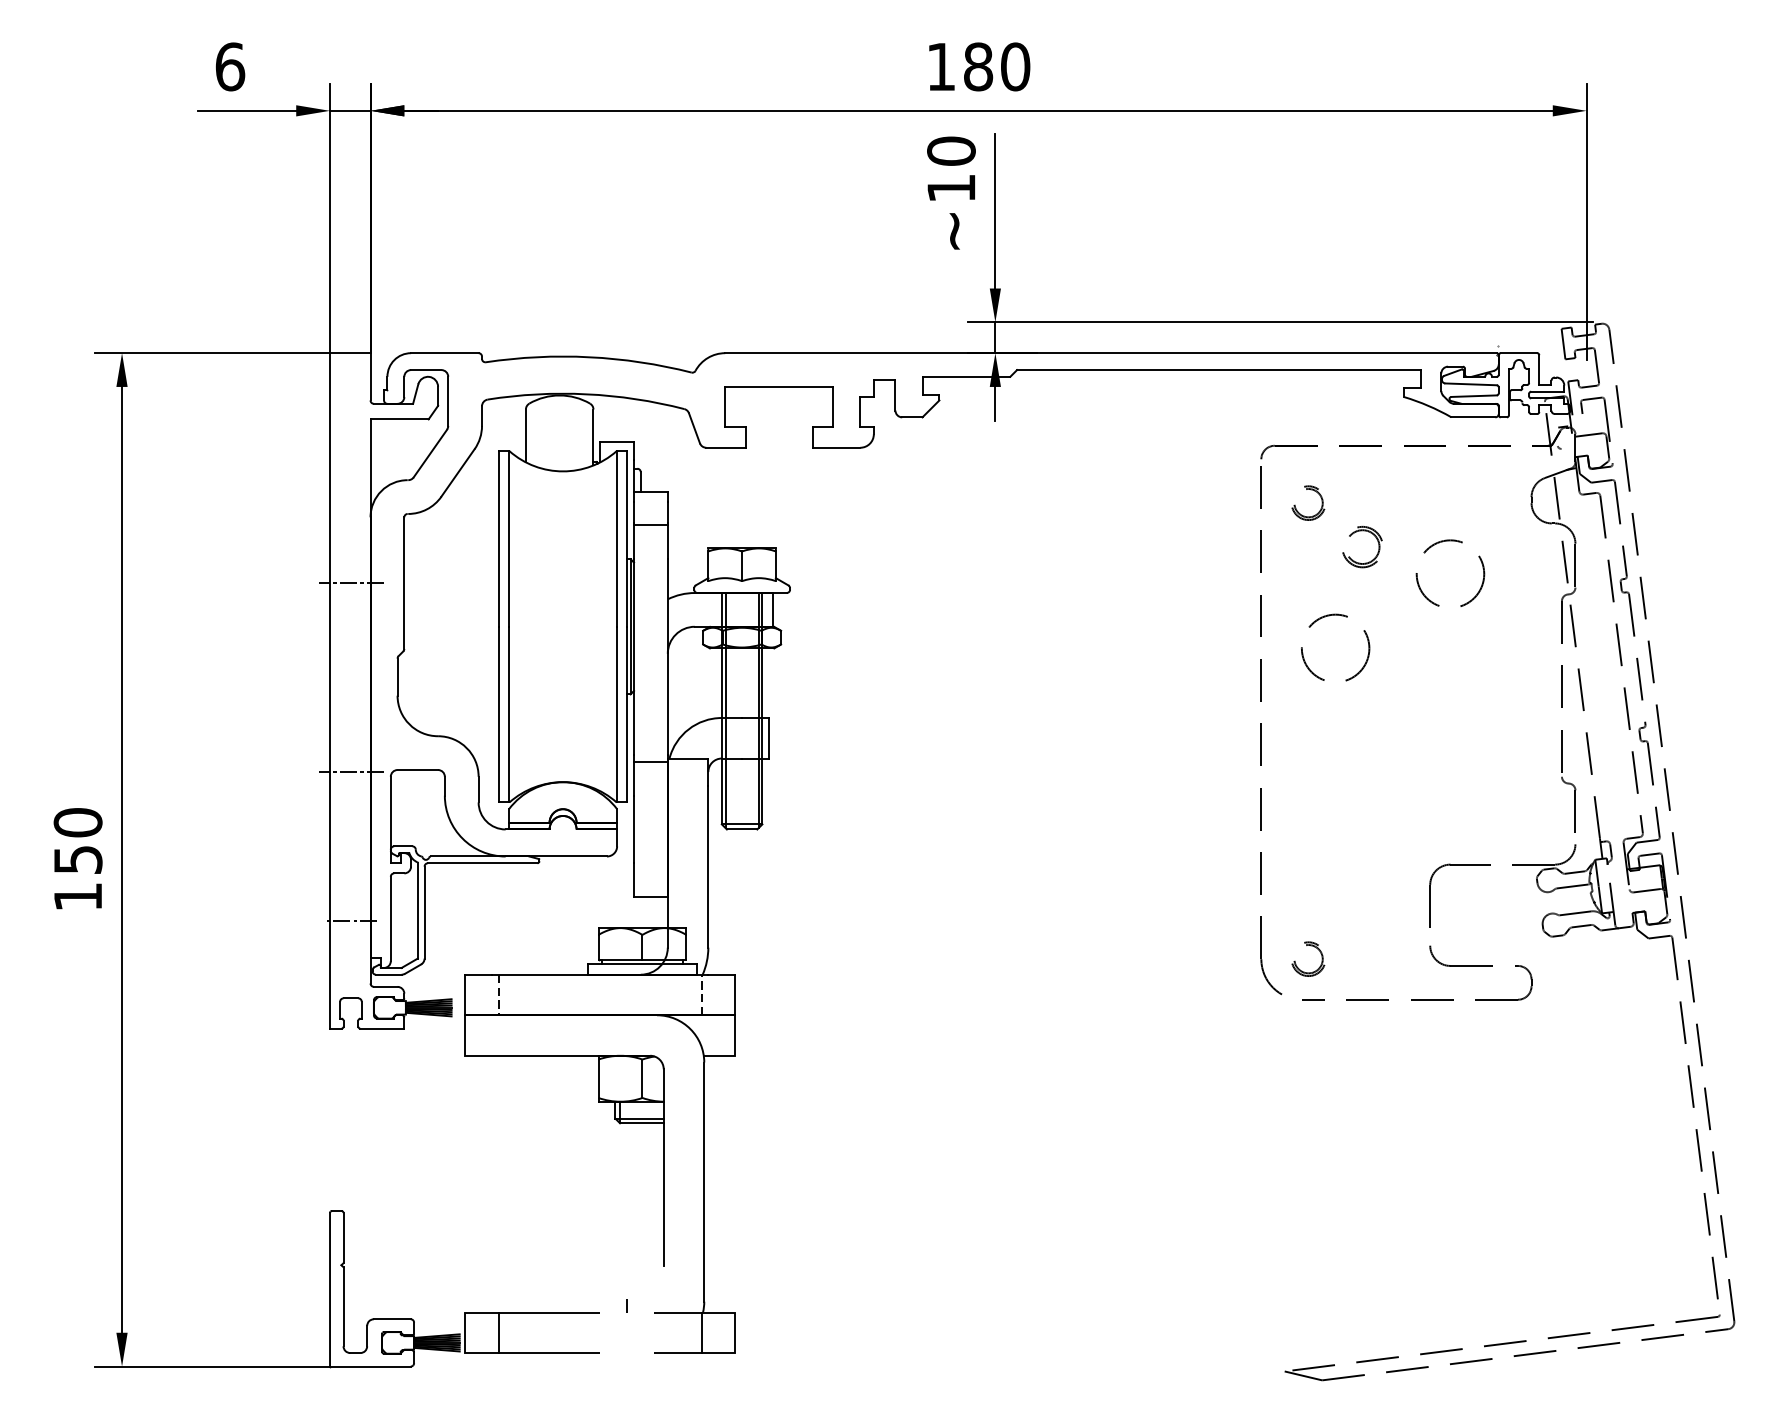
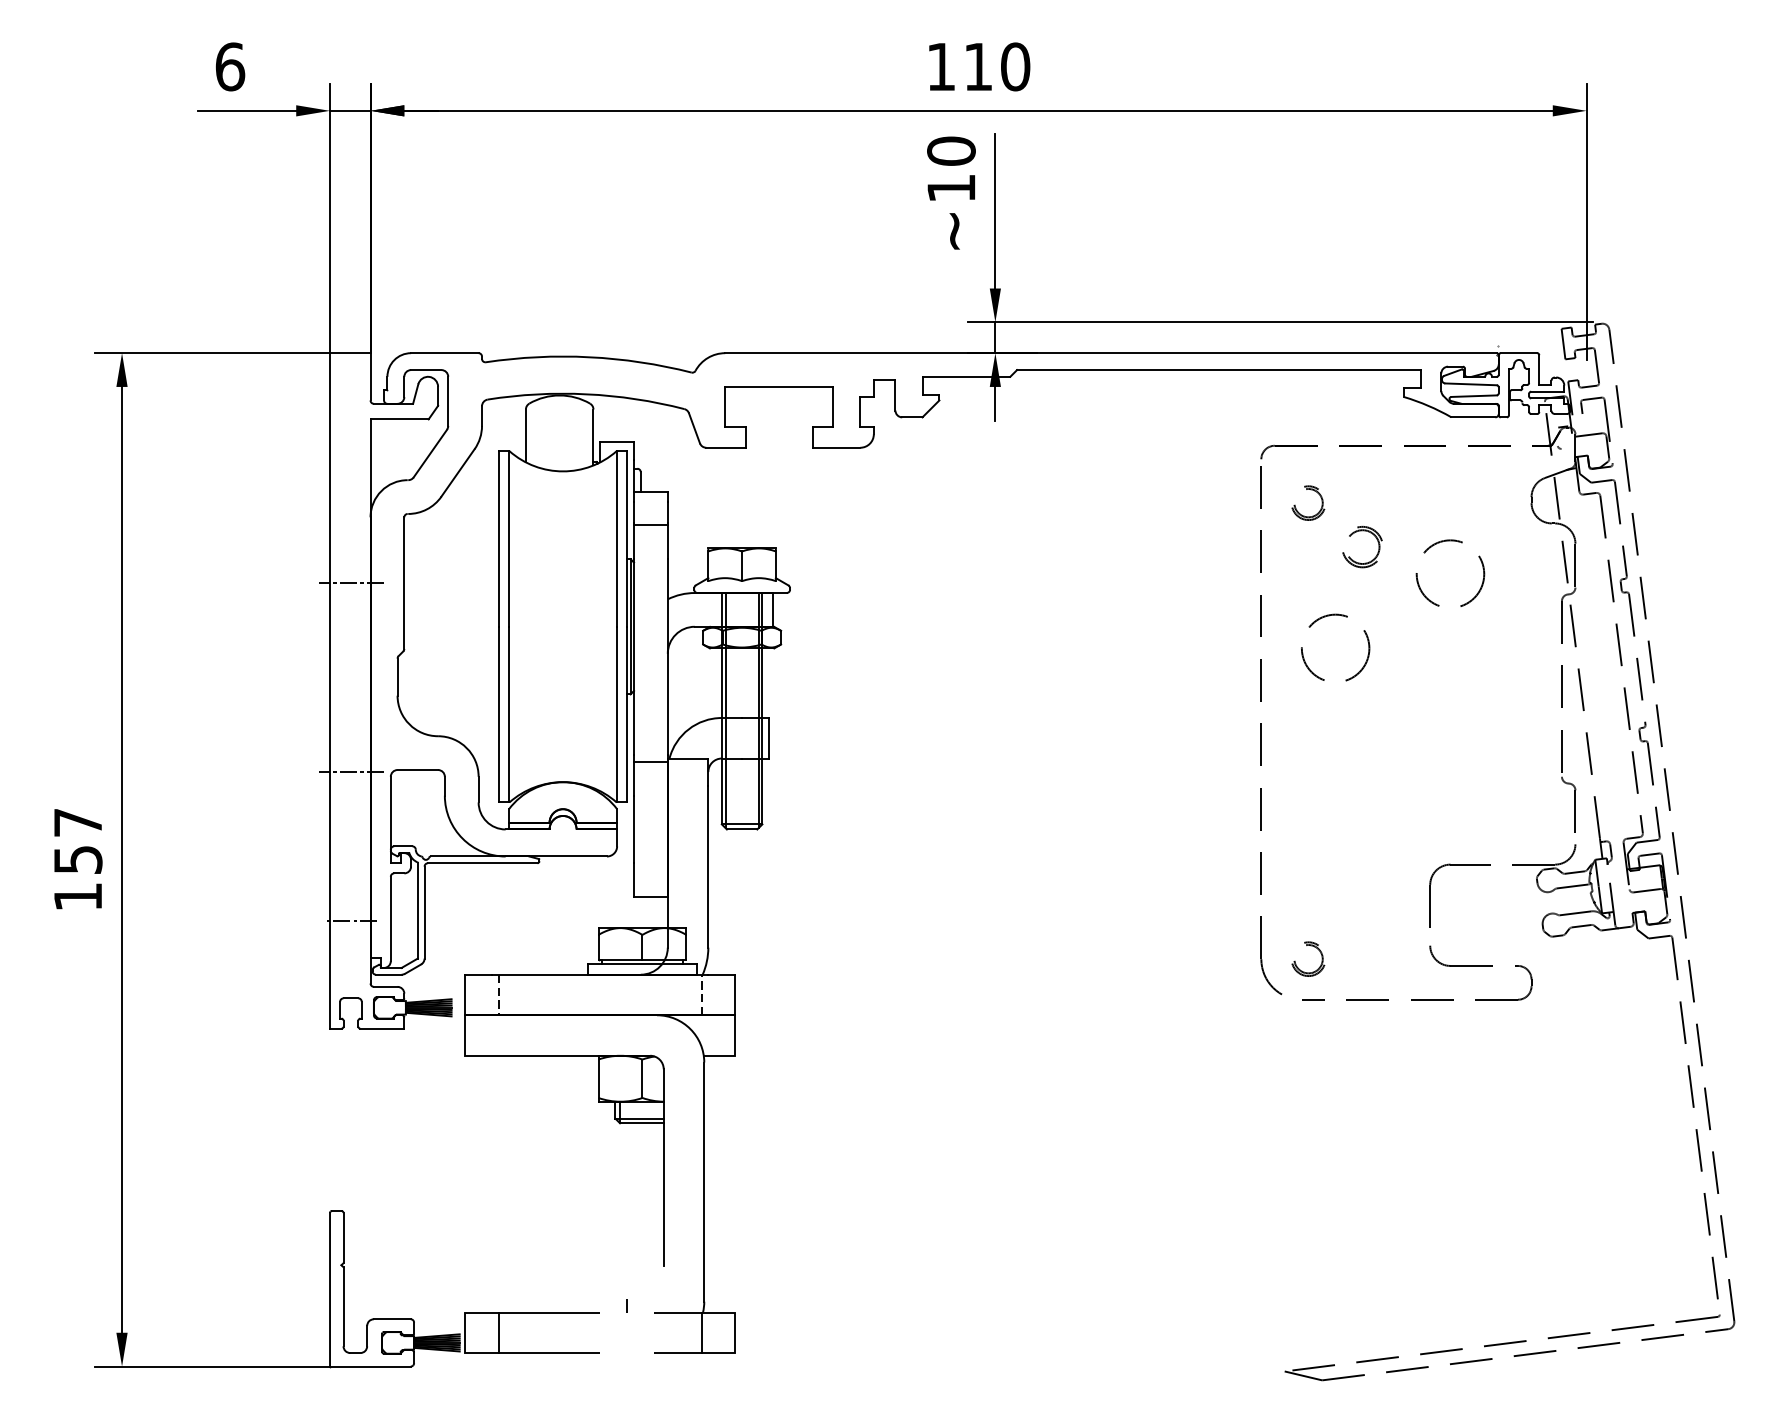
text at (978, 66): 180 -> 110
text at (77, 822): 150 -> 157
